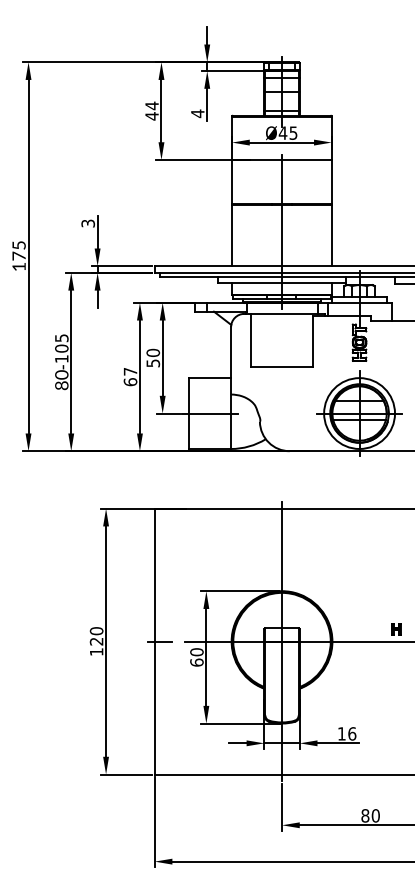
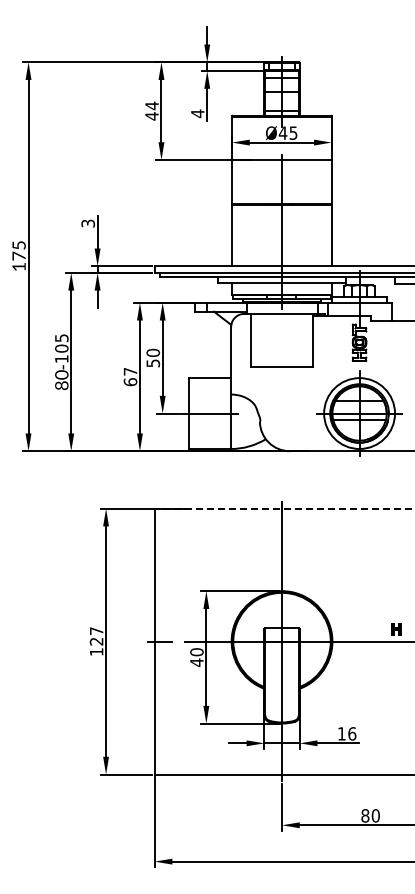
line at (284, 508): solid -> dashed
text at (96, 631): 120 -> 127
text at (196, 662): 60 -> 40
